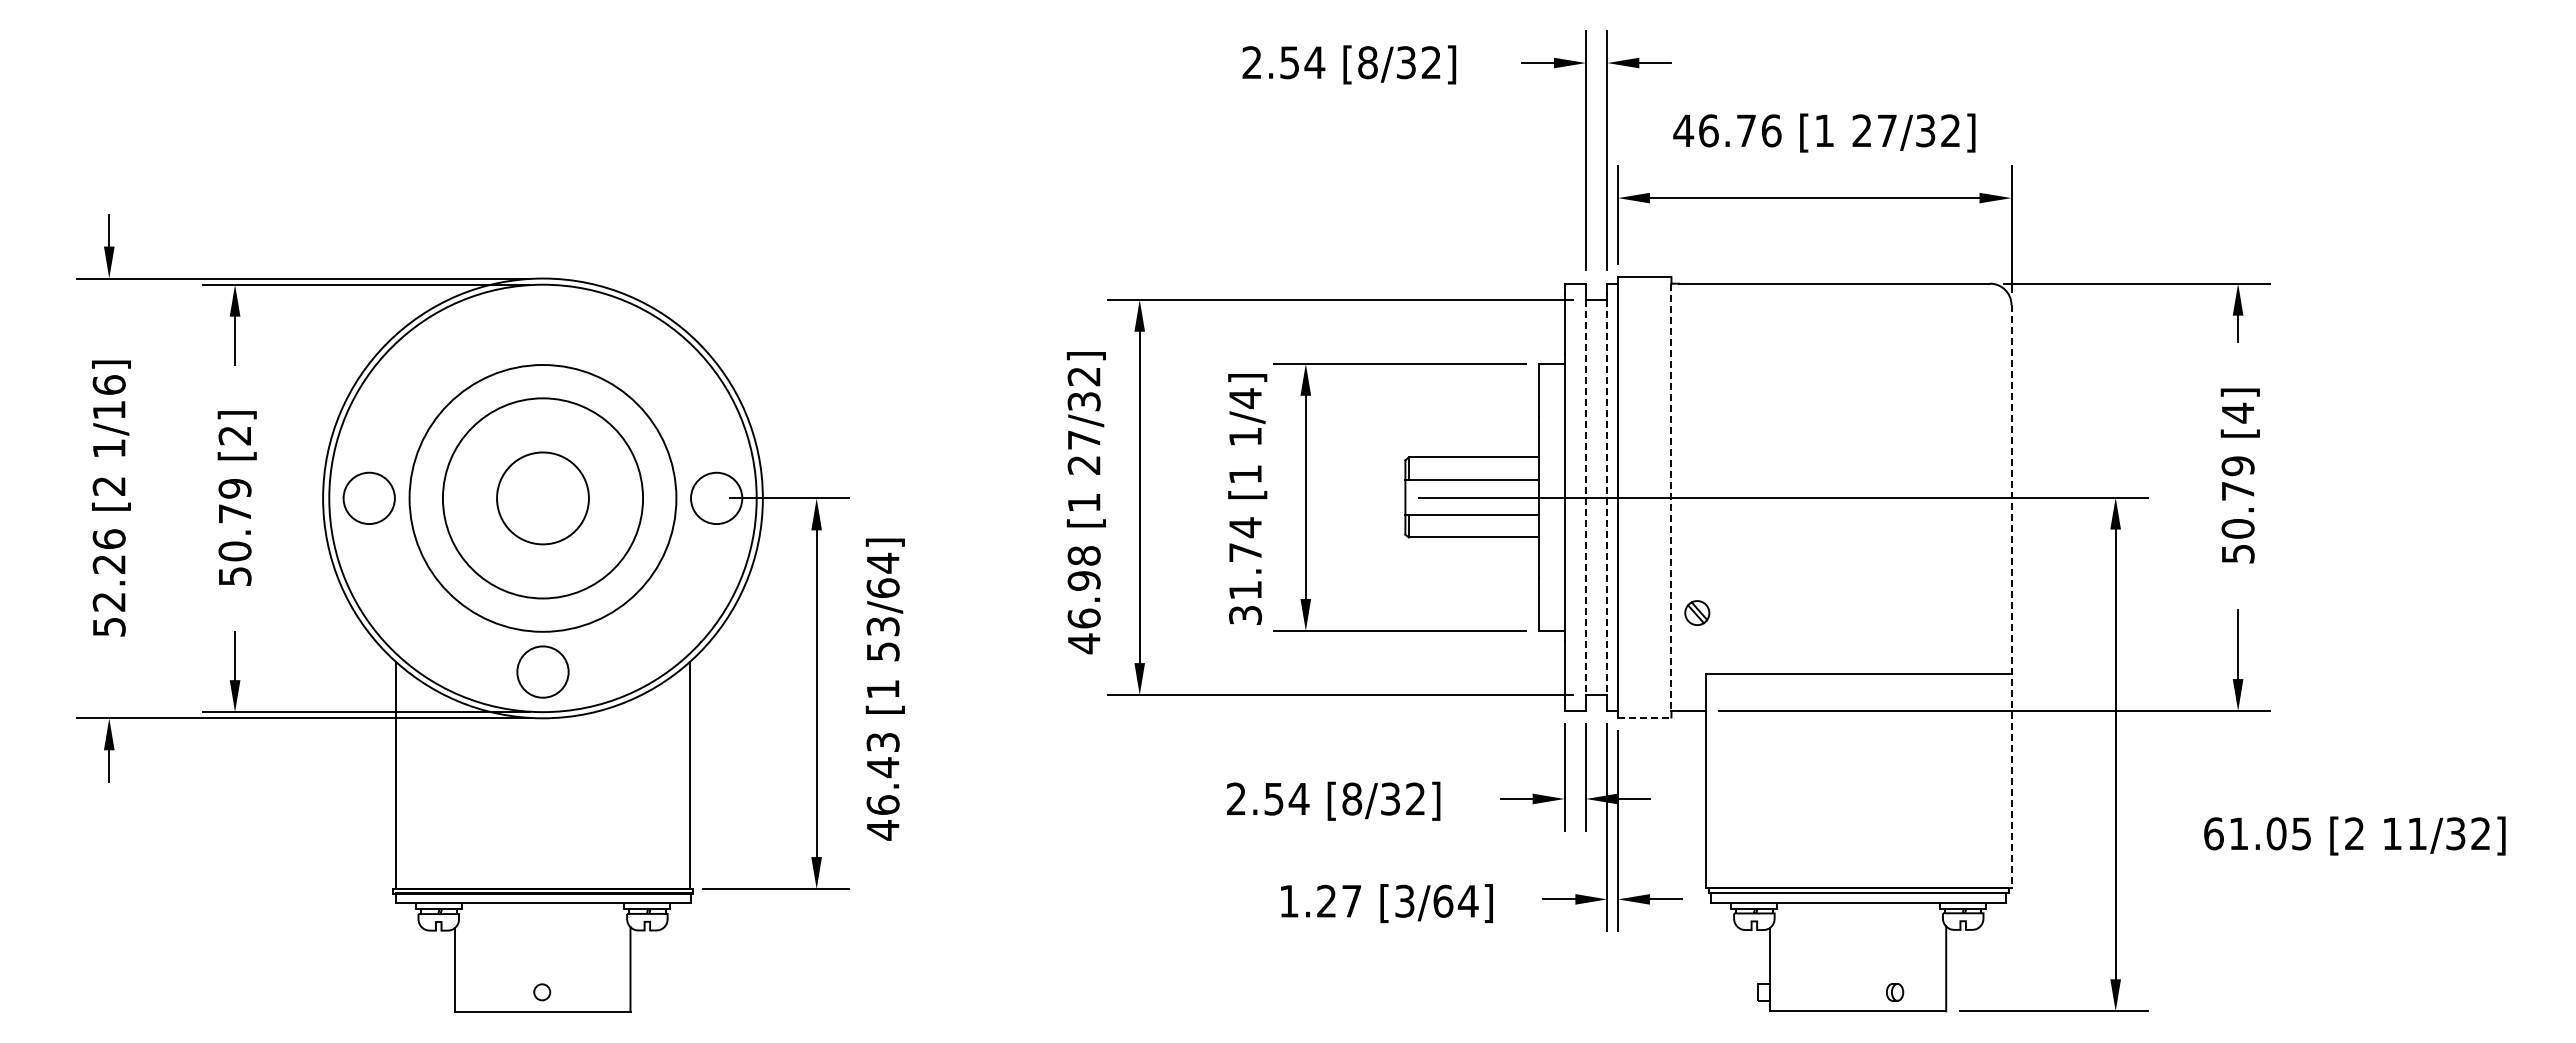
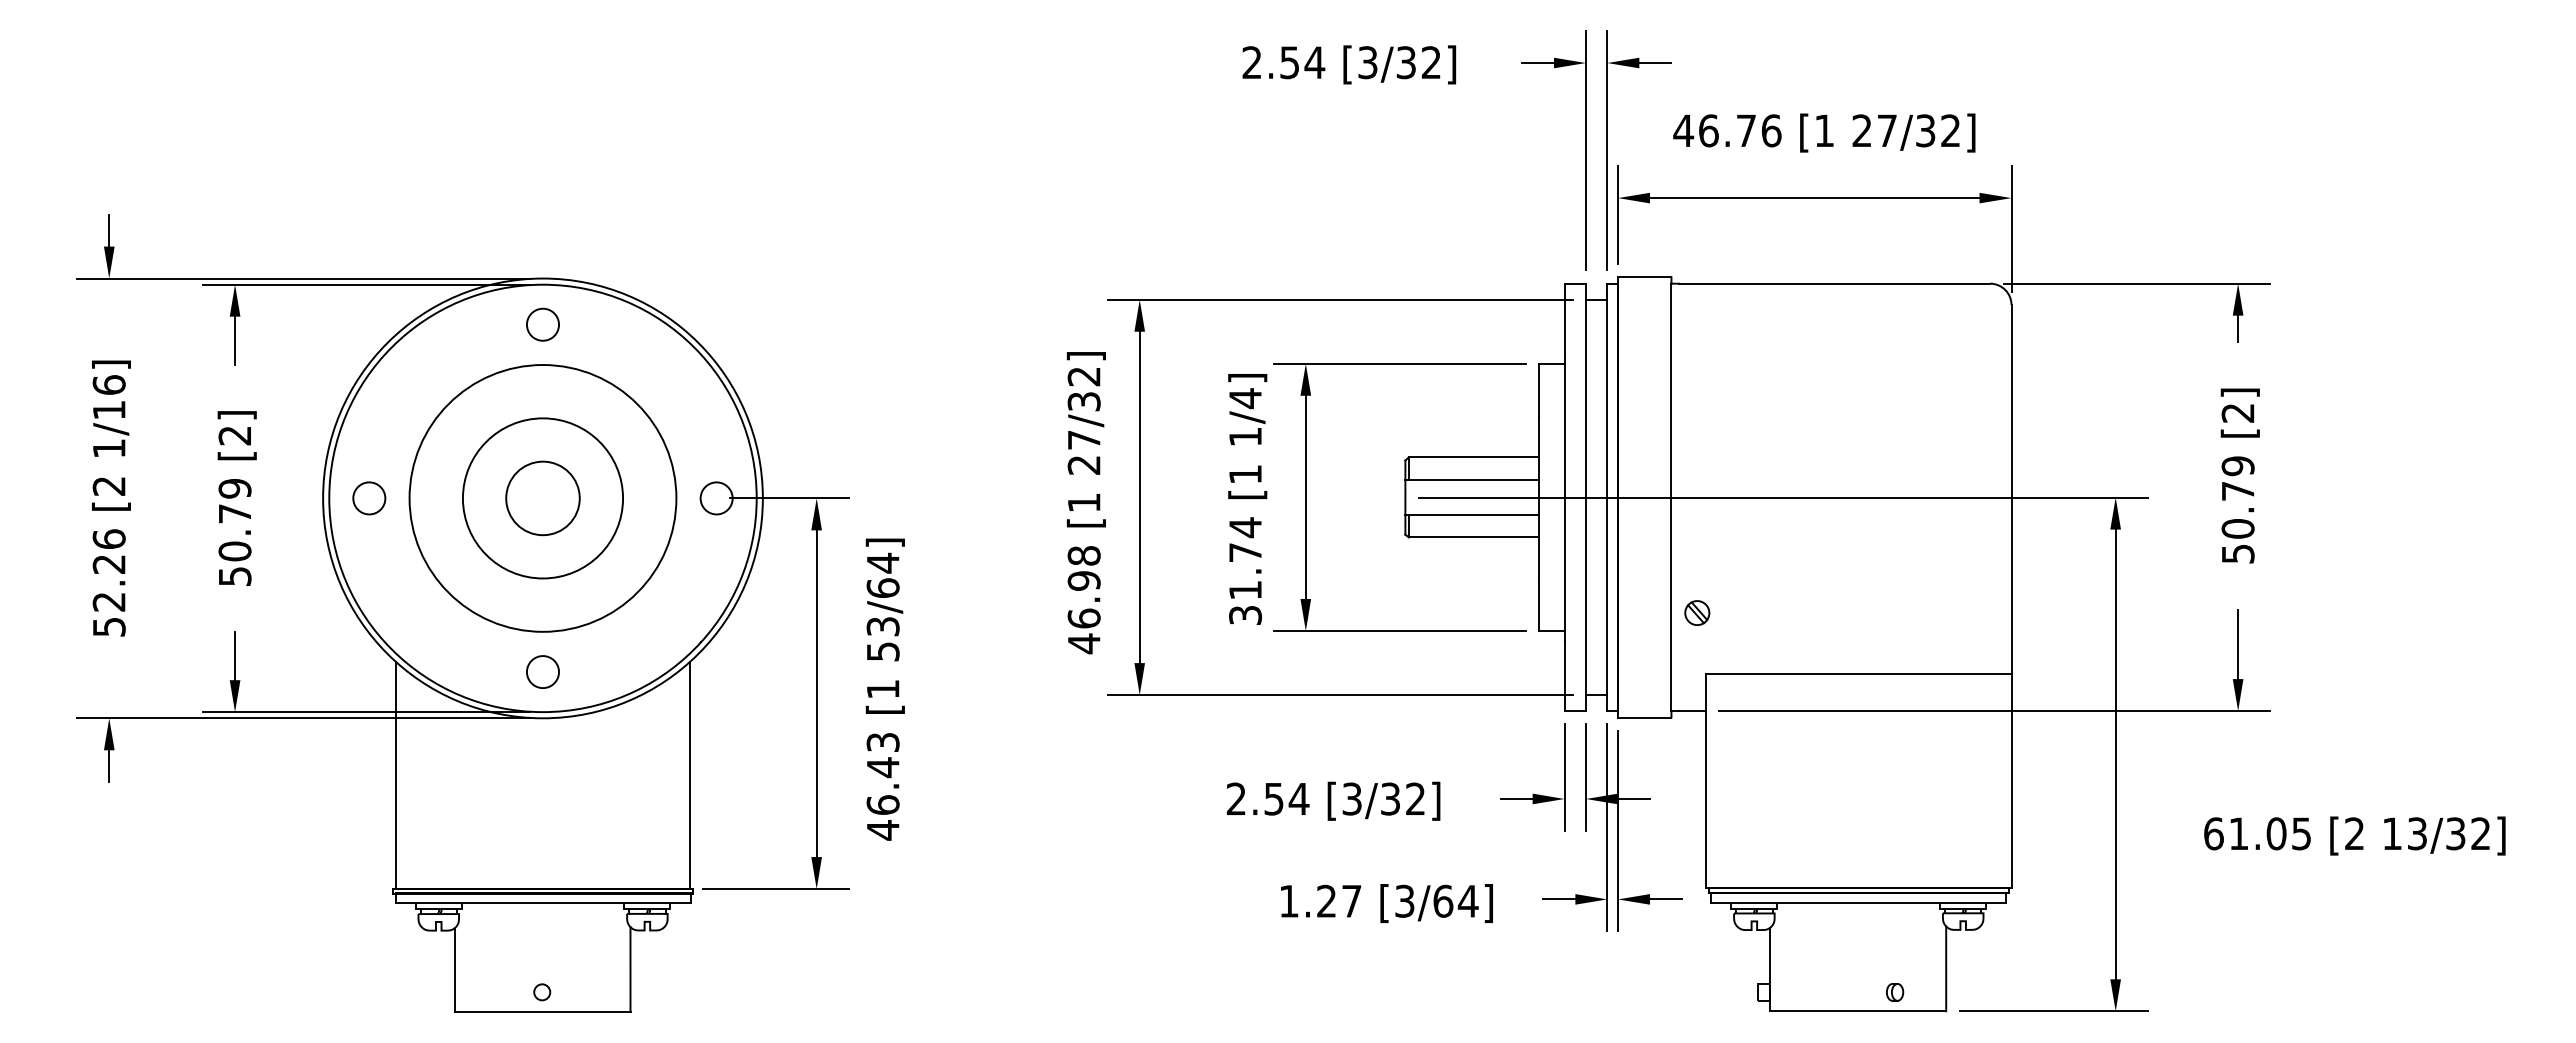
text at (1367, 62): [8/32] -> [3/32]
circle at (542, 324): none -> present
text at (2237, 412): [4] -> [2]
circle at (368, 497) size: 54x54 px -> 35x35 px
line at (1585, 497): dashed -> solid
line at (1607, 497): dashed -> solid
line at (1671, 497): dashed -> solid
circle at (542, 498) diameter: 200 px -> 160 px
circle at (542, 498) diameter: 92 px -> 74 px
circle at (716, 498) diameter: 51 px -> 32 px
line at (2011, 596): dashed -> solid
circle at (542, 671) diameter: 51 px -> 32 px
line at (1644, 717): dashed -> solid
text at (1352, 798): [8/32] -> [3/32]
text at (2417, 833): 11/32] -> 13/32]
